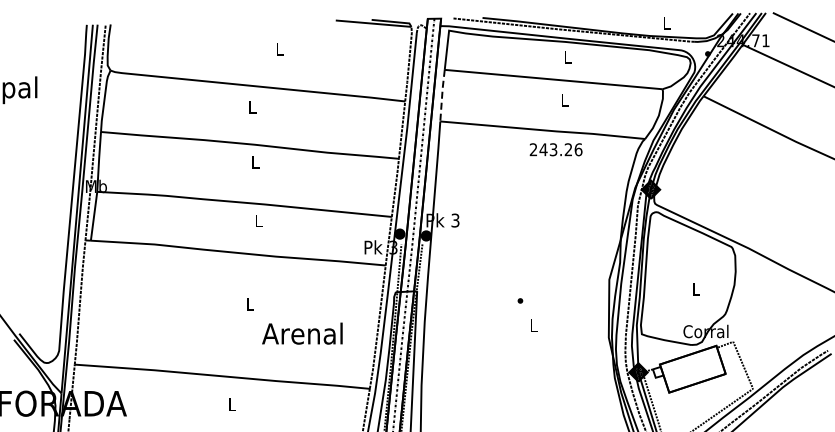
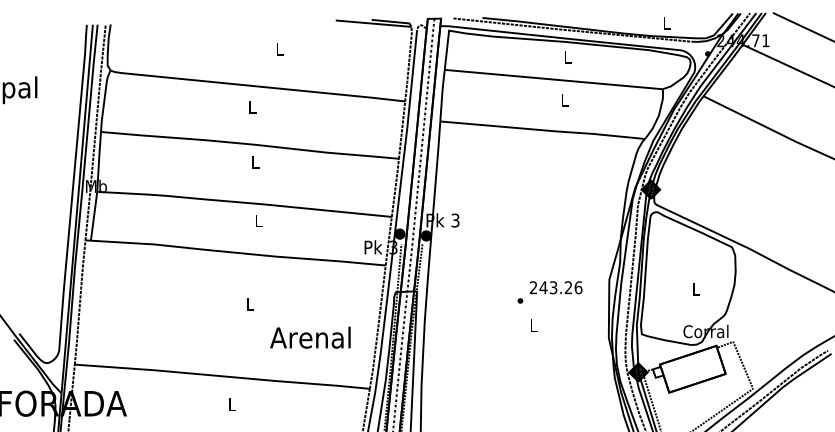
line at (442, 94): dashed -> solid
text at (555, 149) position: (555, 149) -> (555, 287)
text at (302, 333) position: (302, 333) -> (310, 337)
